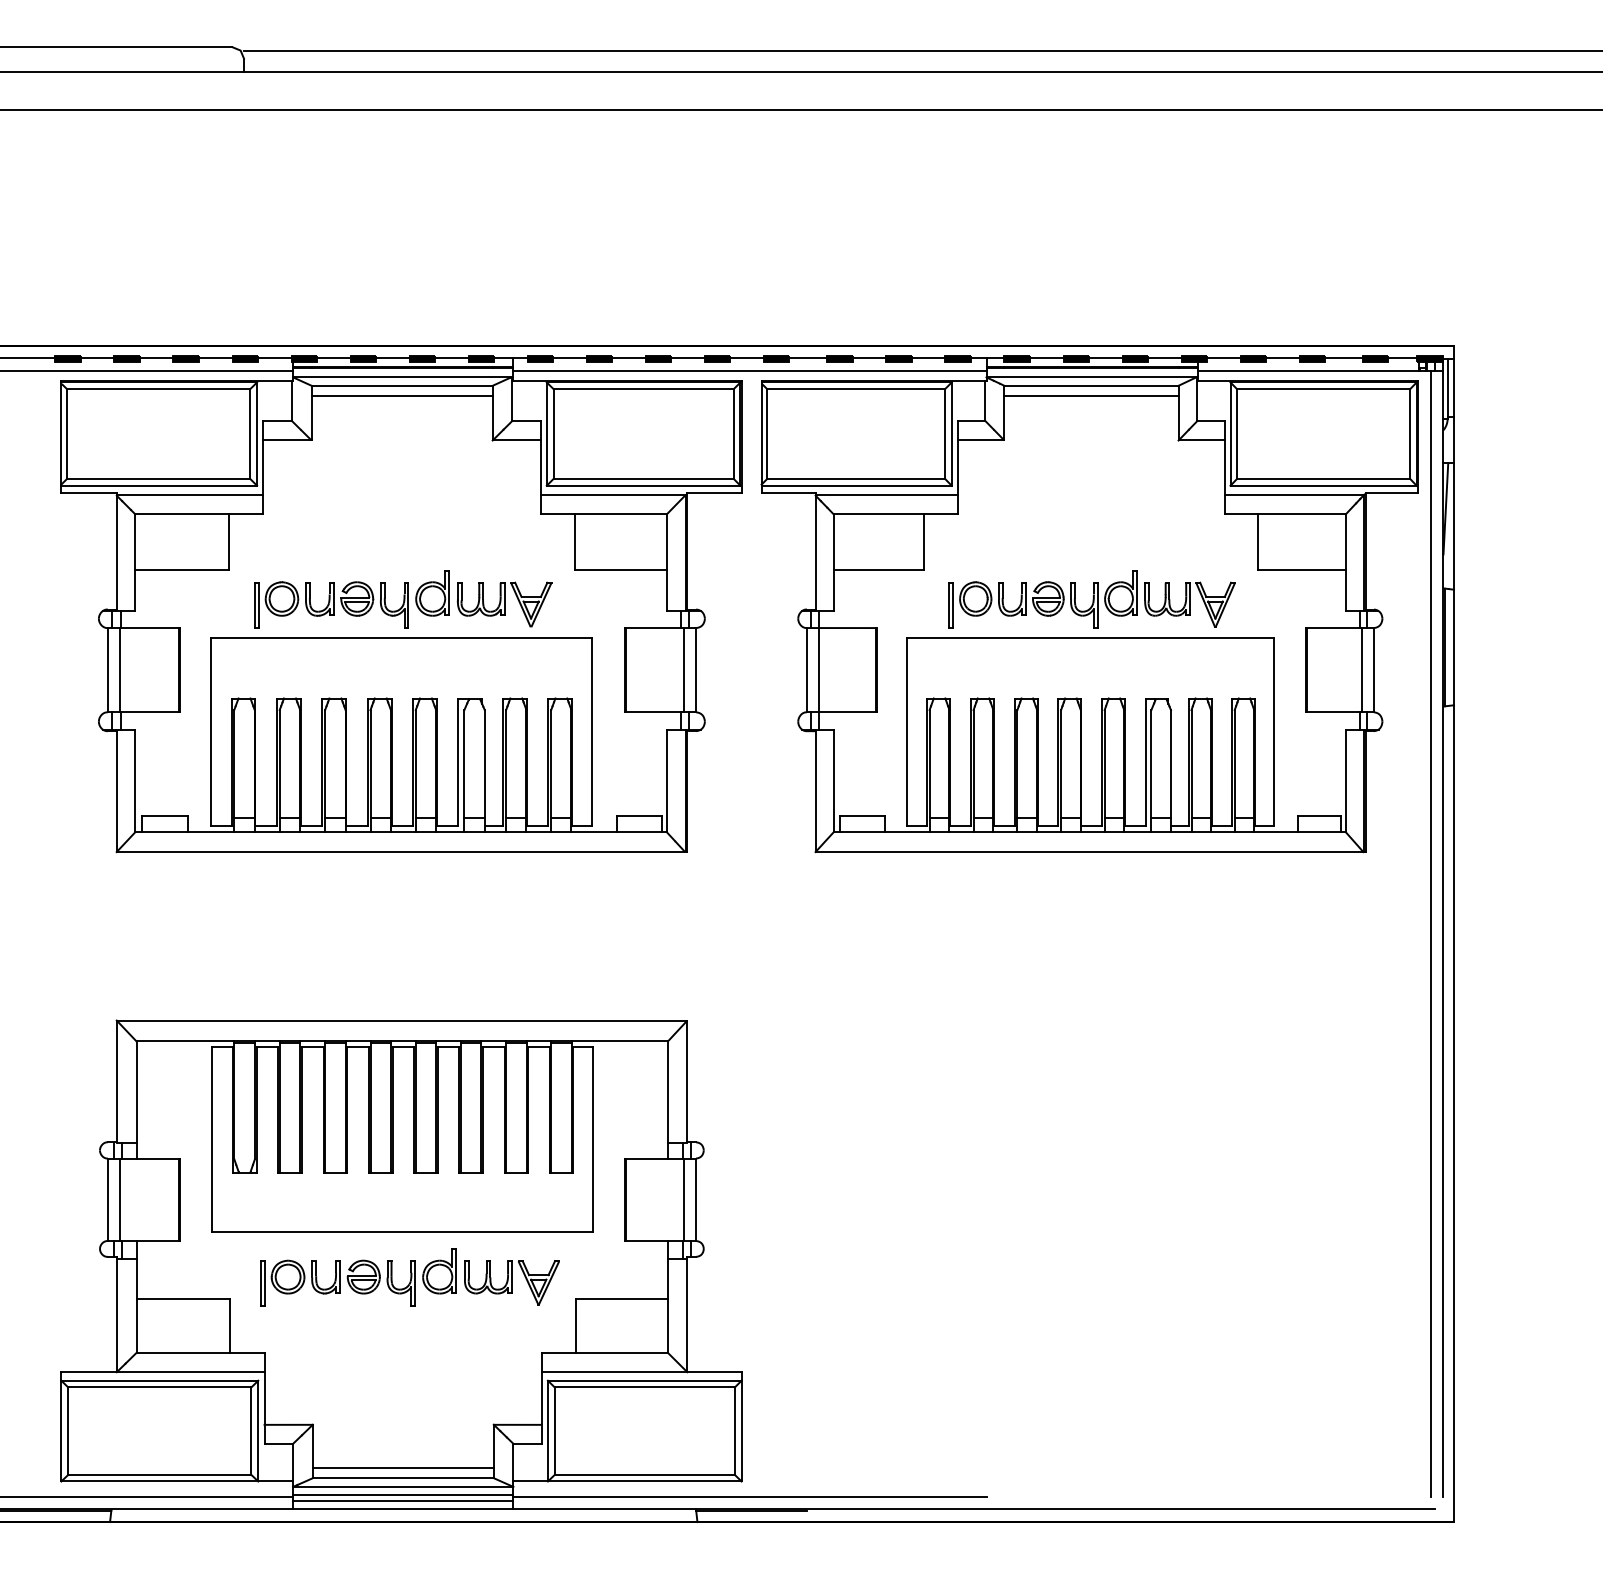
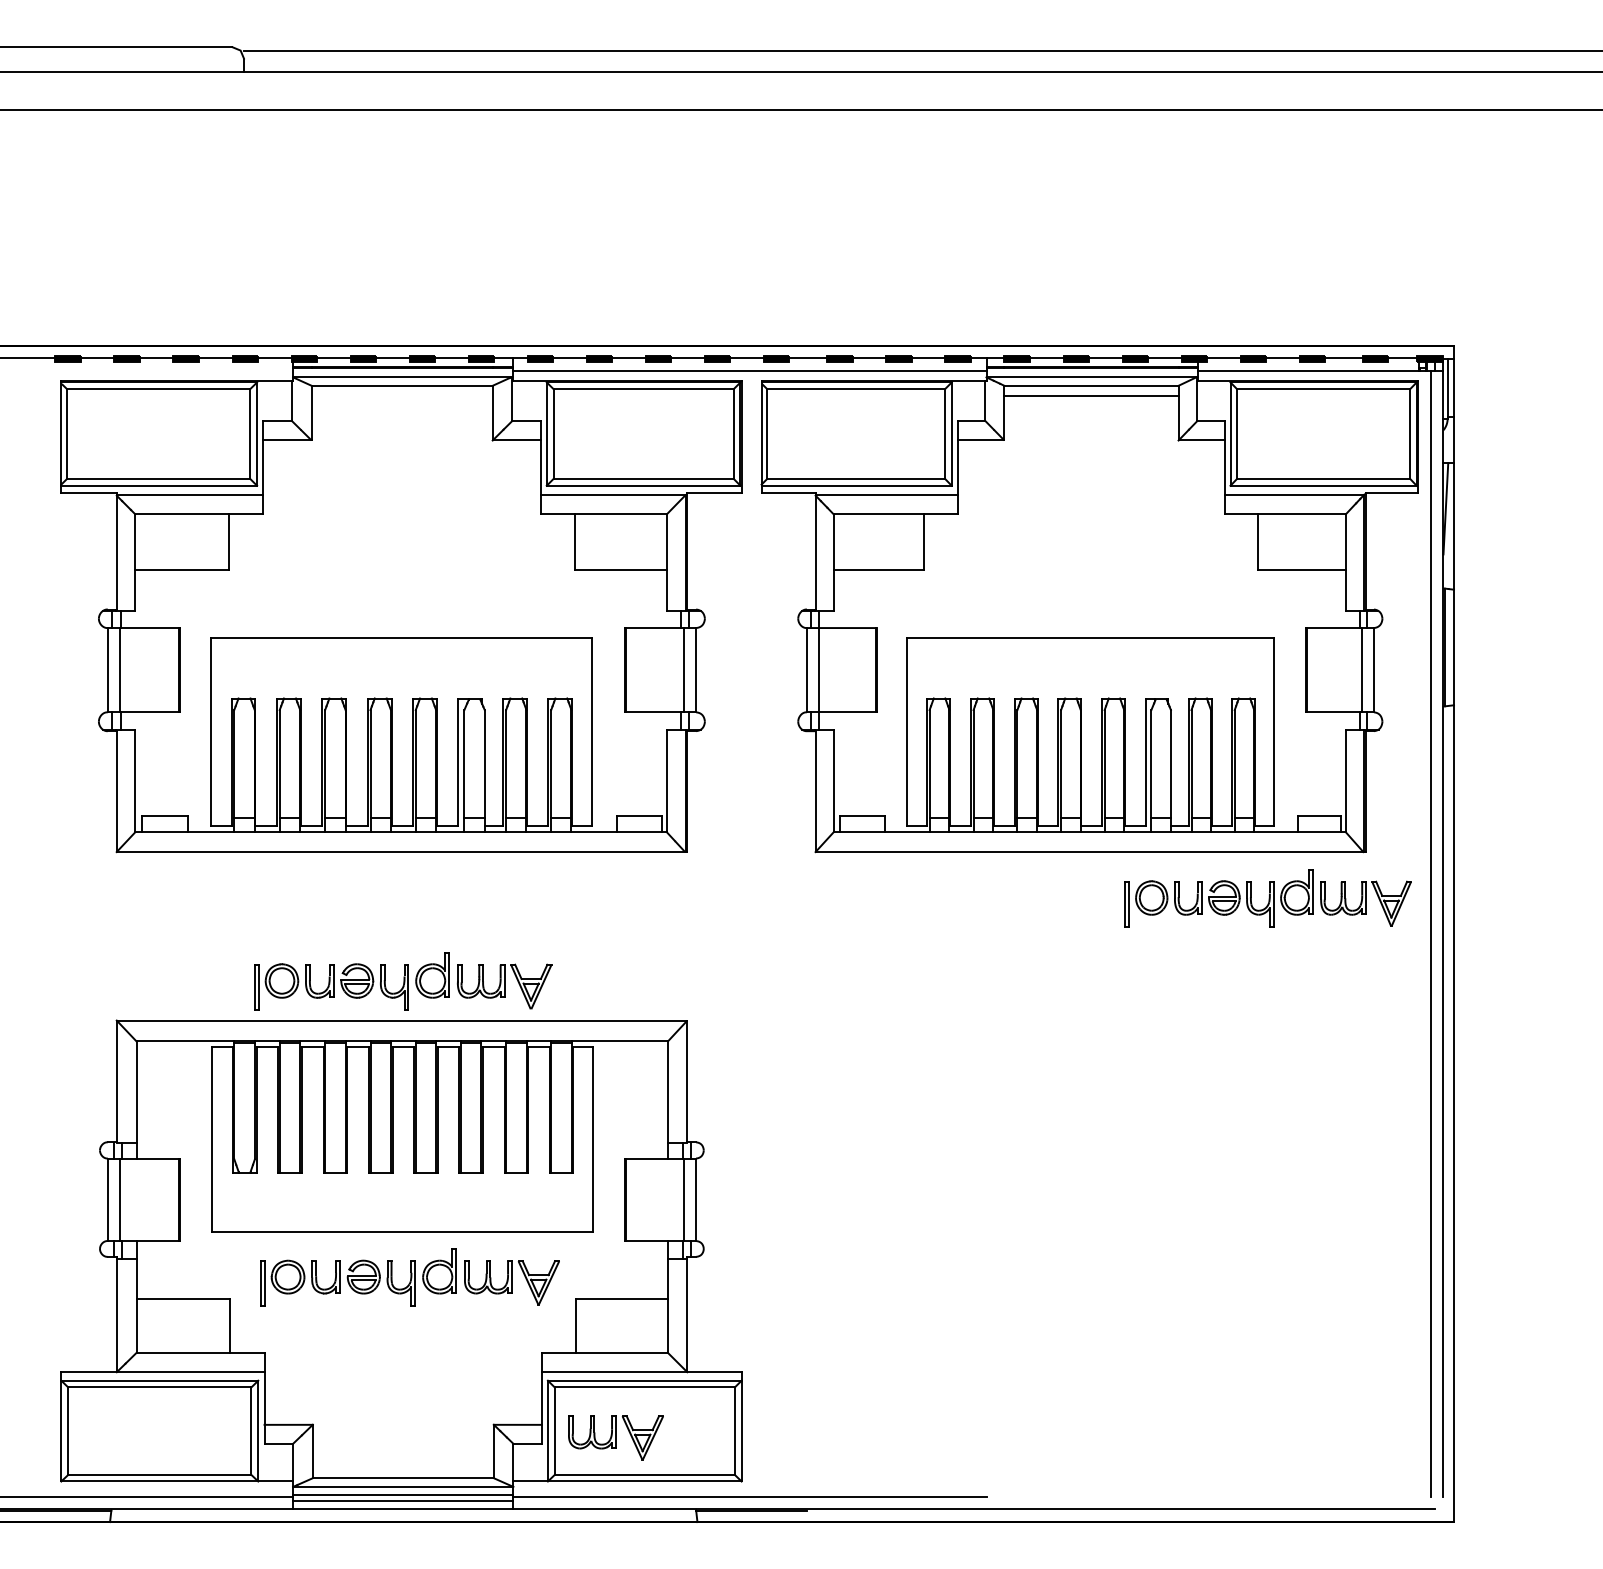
line at (147, 371): present -> none
line at (401, 395): present -> none
part at (403, 599) position: (403, 599) -> (403, 981)
part at (1091, 599) position: (1091, 599) -> (1267, 898)
part at (615, 1437): none -> present
line at (402, 1468): present -> none
